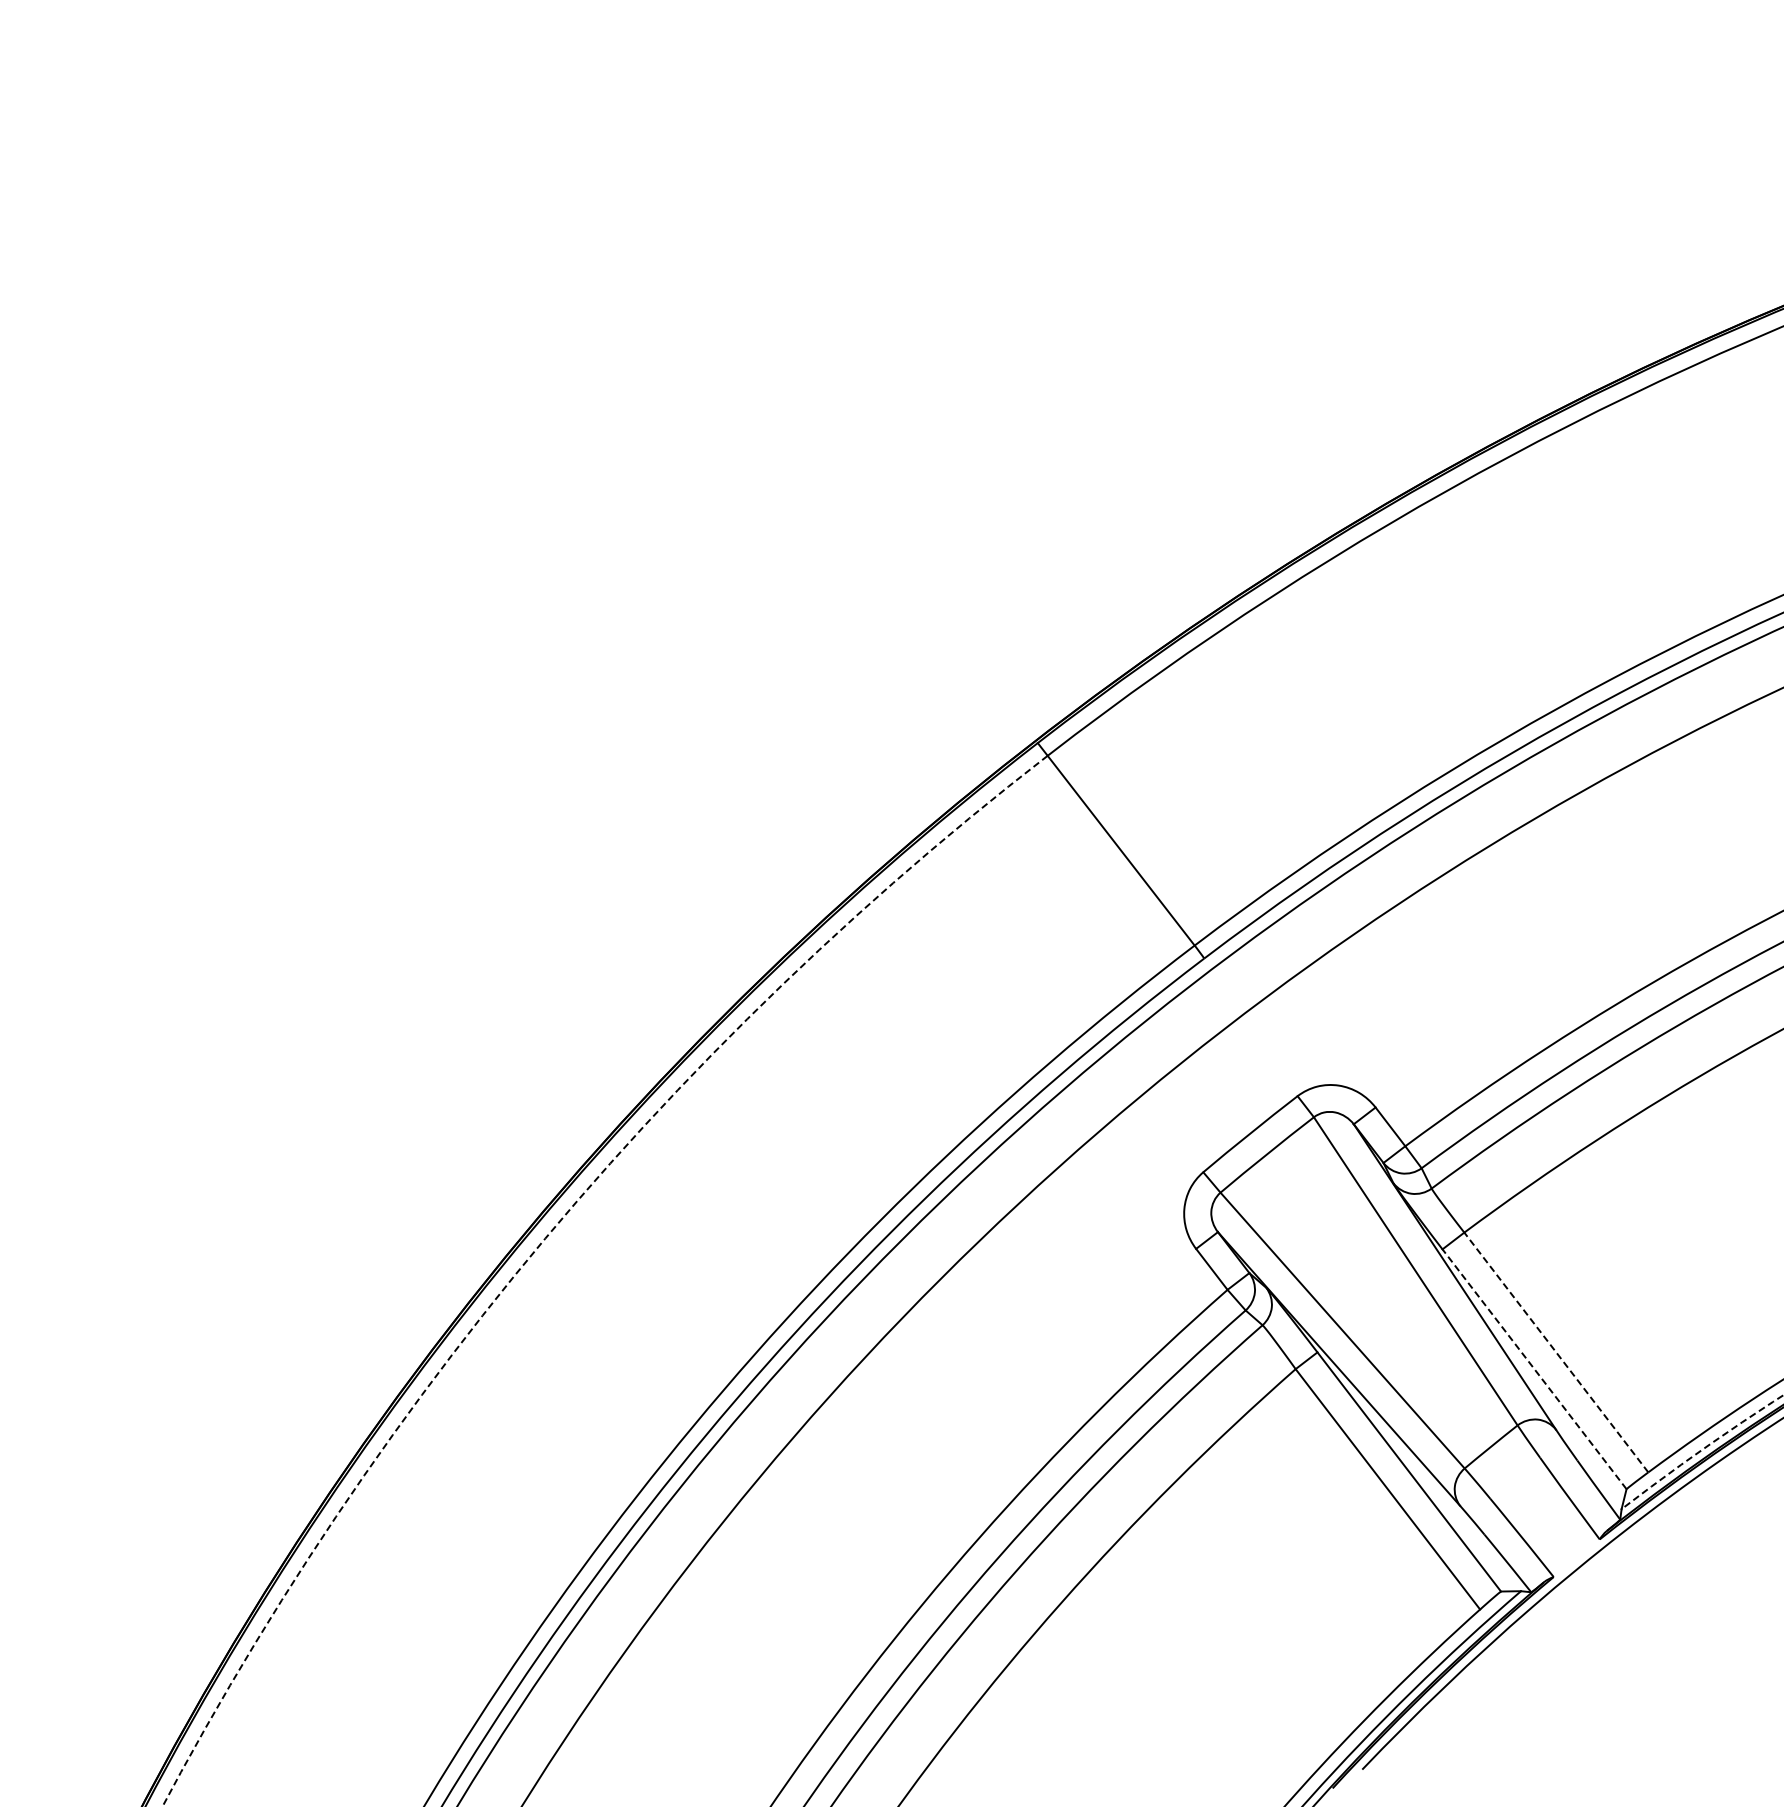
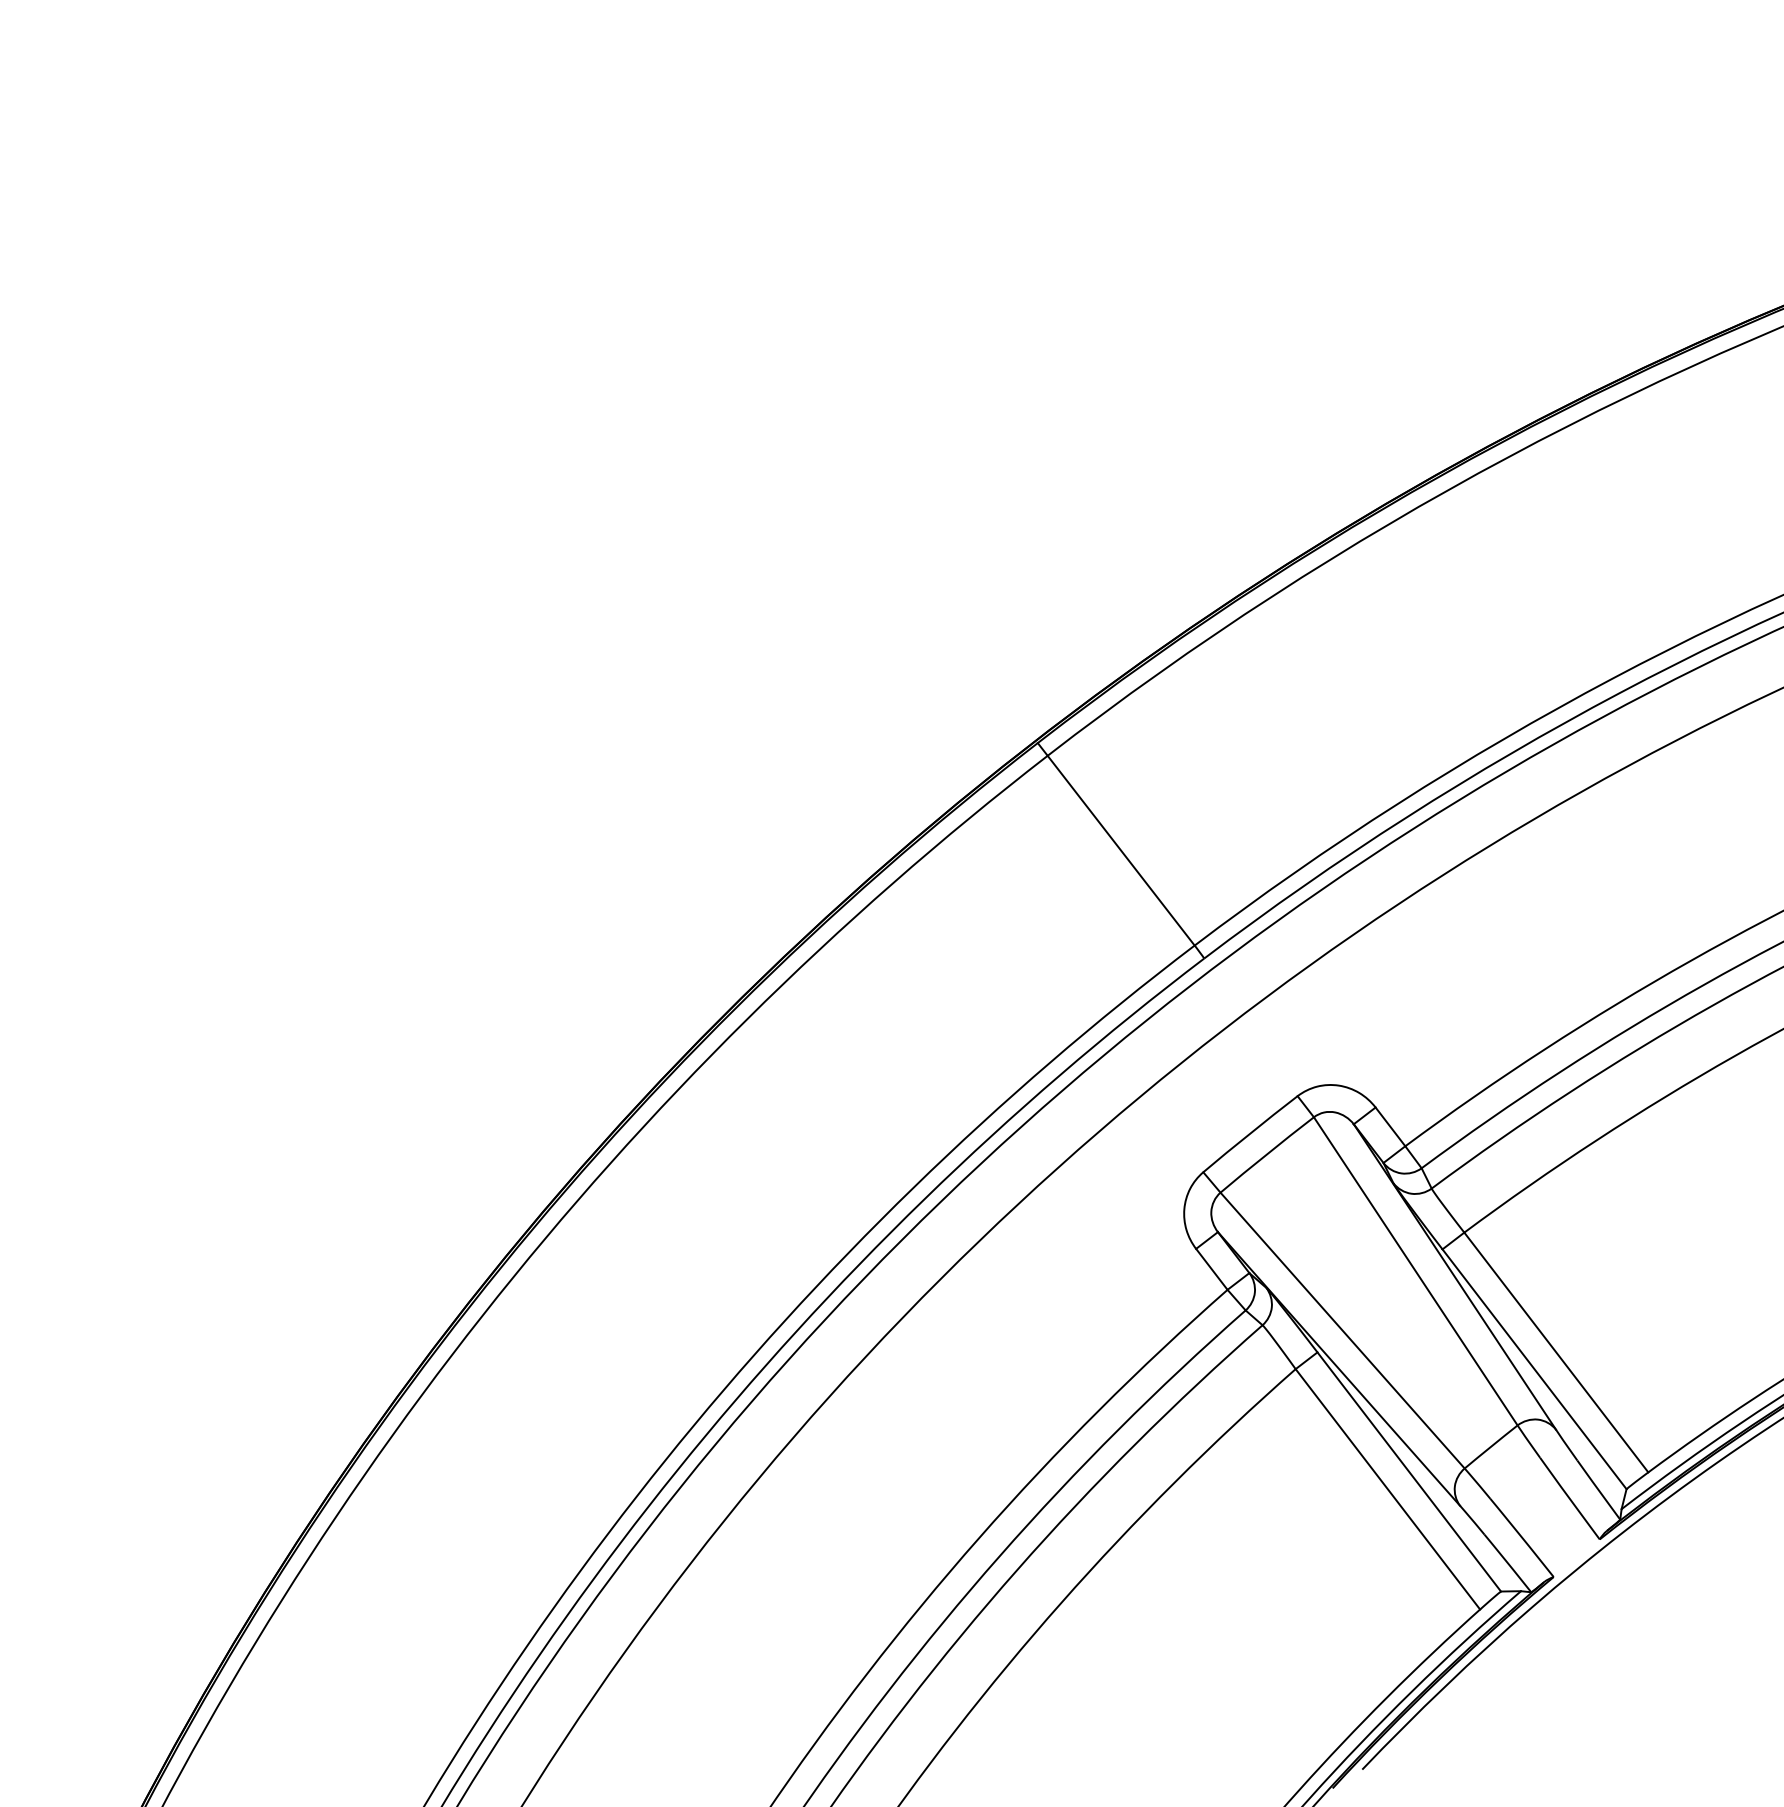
arc at (549, 1234): dashed -> solid
line at (1556, 1352): dashed -> solid
line at (1534, 1368): dashed -> solid
arc at (1701, 1450): dashed -> solid
